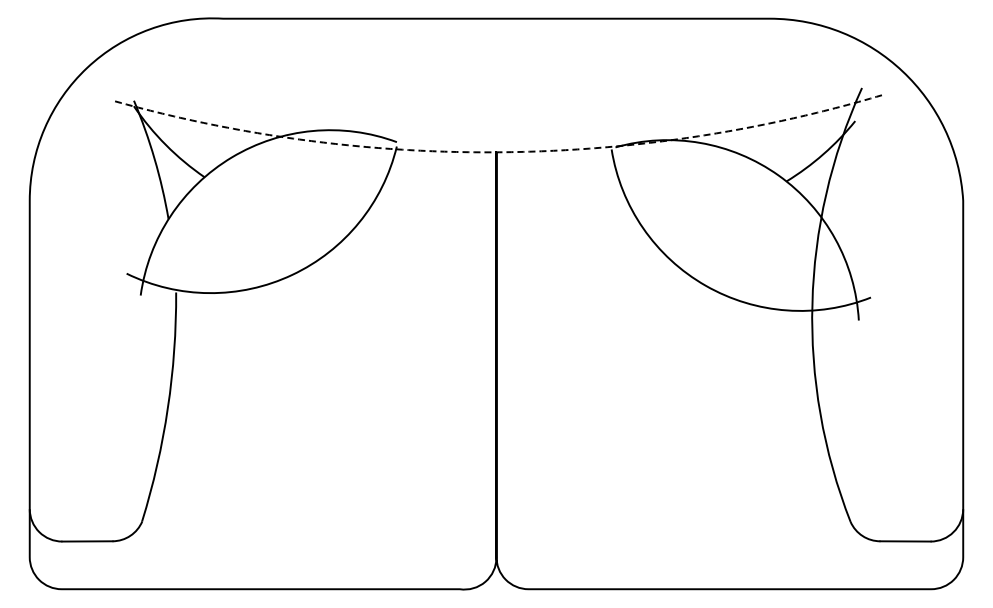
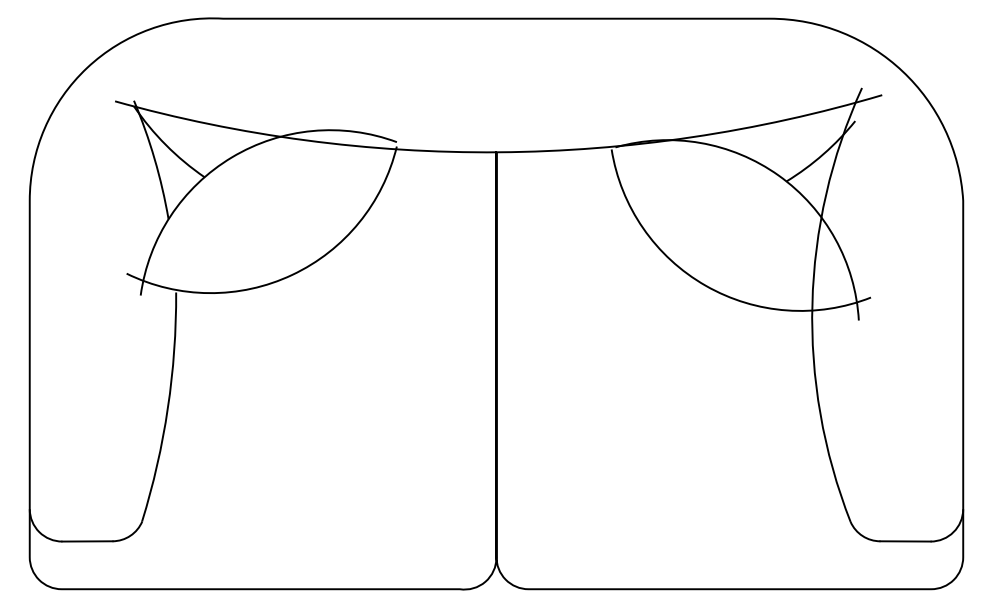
arc at (499, 152): dashed -> solid
